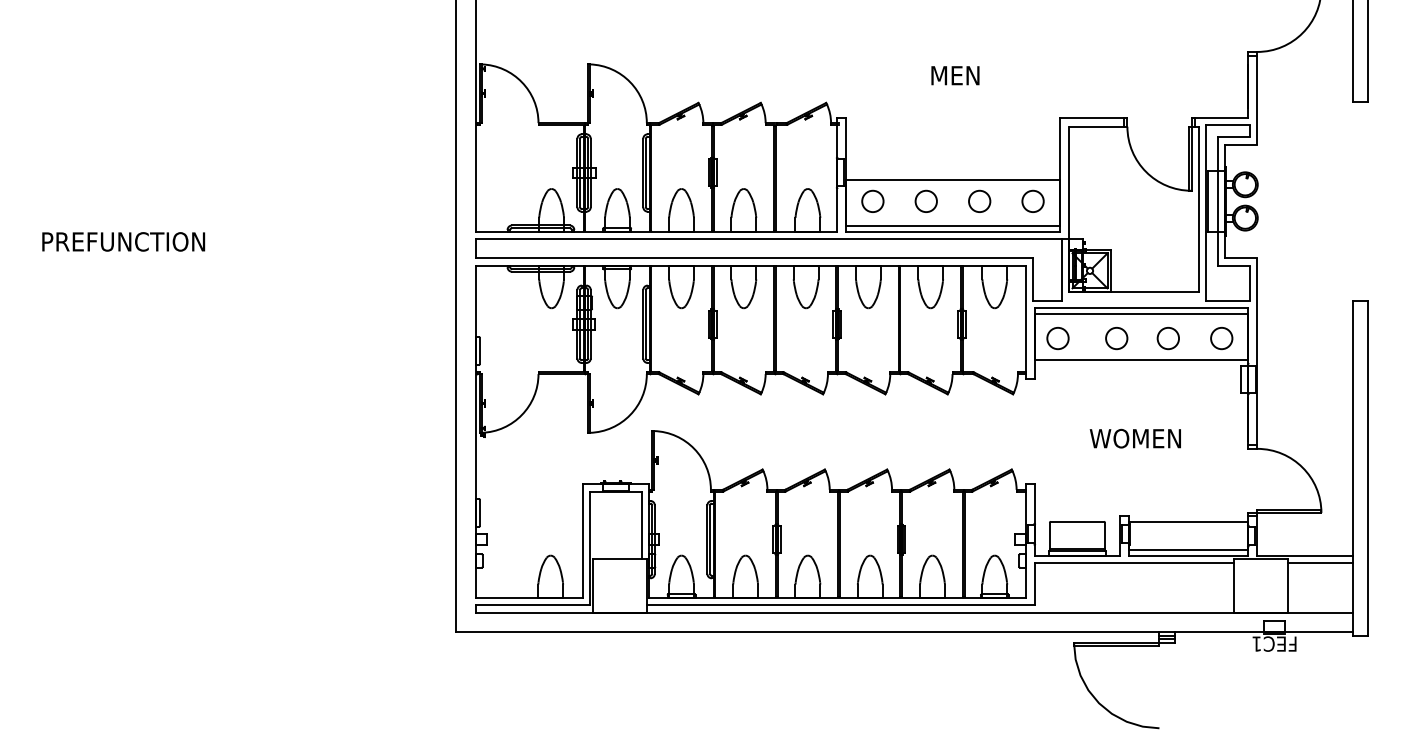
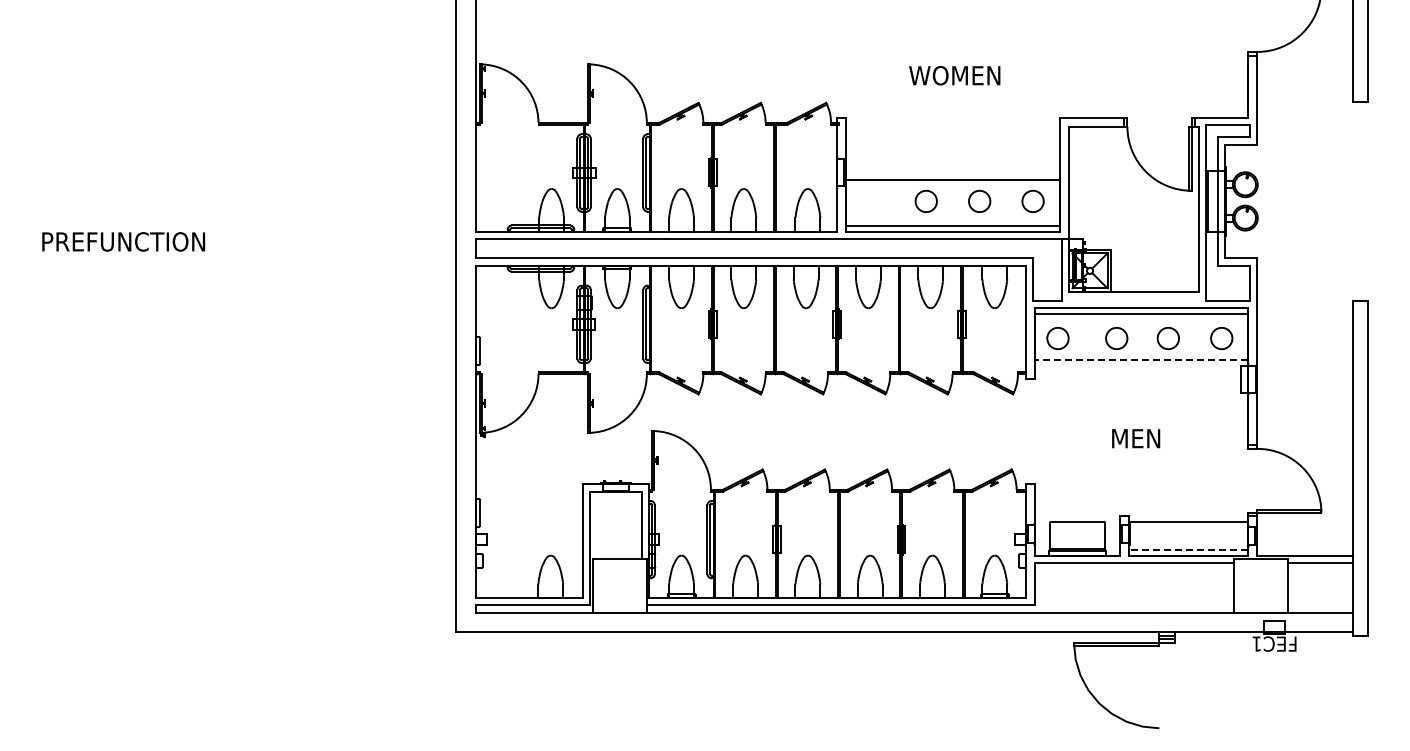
text at (954, 75): MEN -> WOMEN
circle at (872, 200): present -> none
line at (1141, 359): solid -> dashed
text at (1134, 438): WOMEN -> MEN
line at (1188, 550): solid -> dashed
